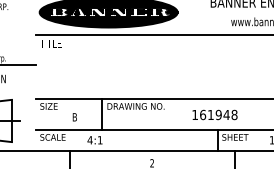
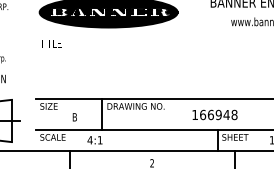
line at (152, 35): present -> none
line at (18, 65): present -> none
text at (210, 114): 161948 -> 166948
